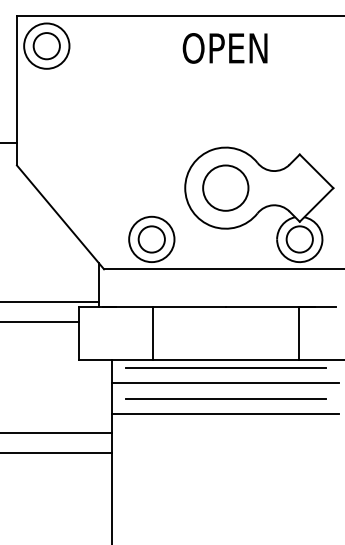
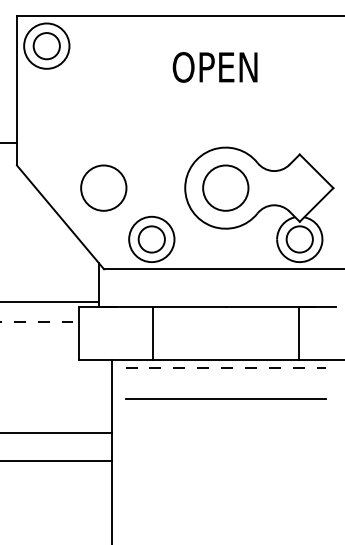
text at (224, 48) position: (224, 48) -> (214, 67)
circle at (103, 187): none -> present
line at (40, 321): solid -> dashed
line at (226, 367): solid -> dashed
line at (225, 383): present -> none
line at (225, 413): present -> none
line at (57, 452) position: (57, 452) -> (57, 460)
